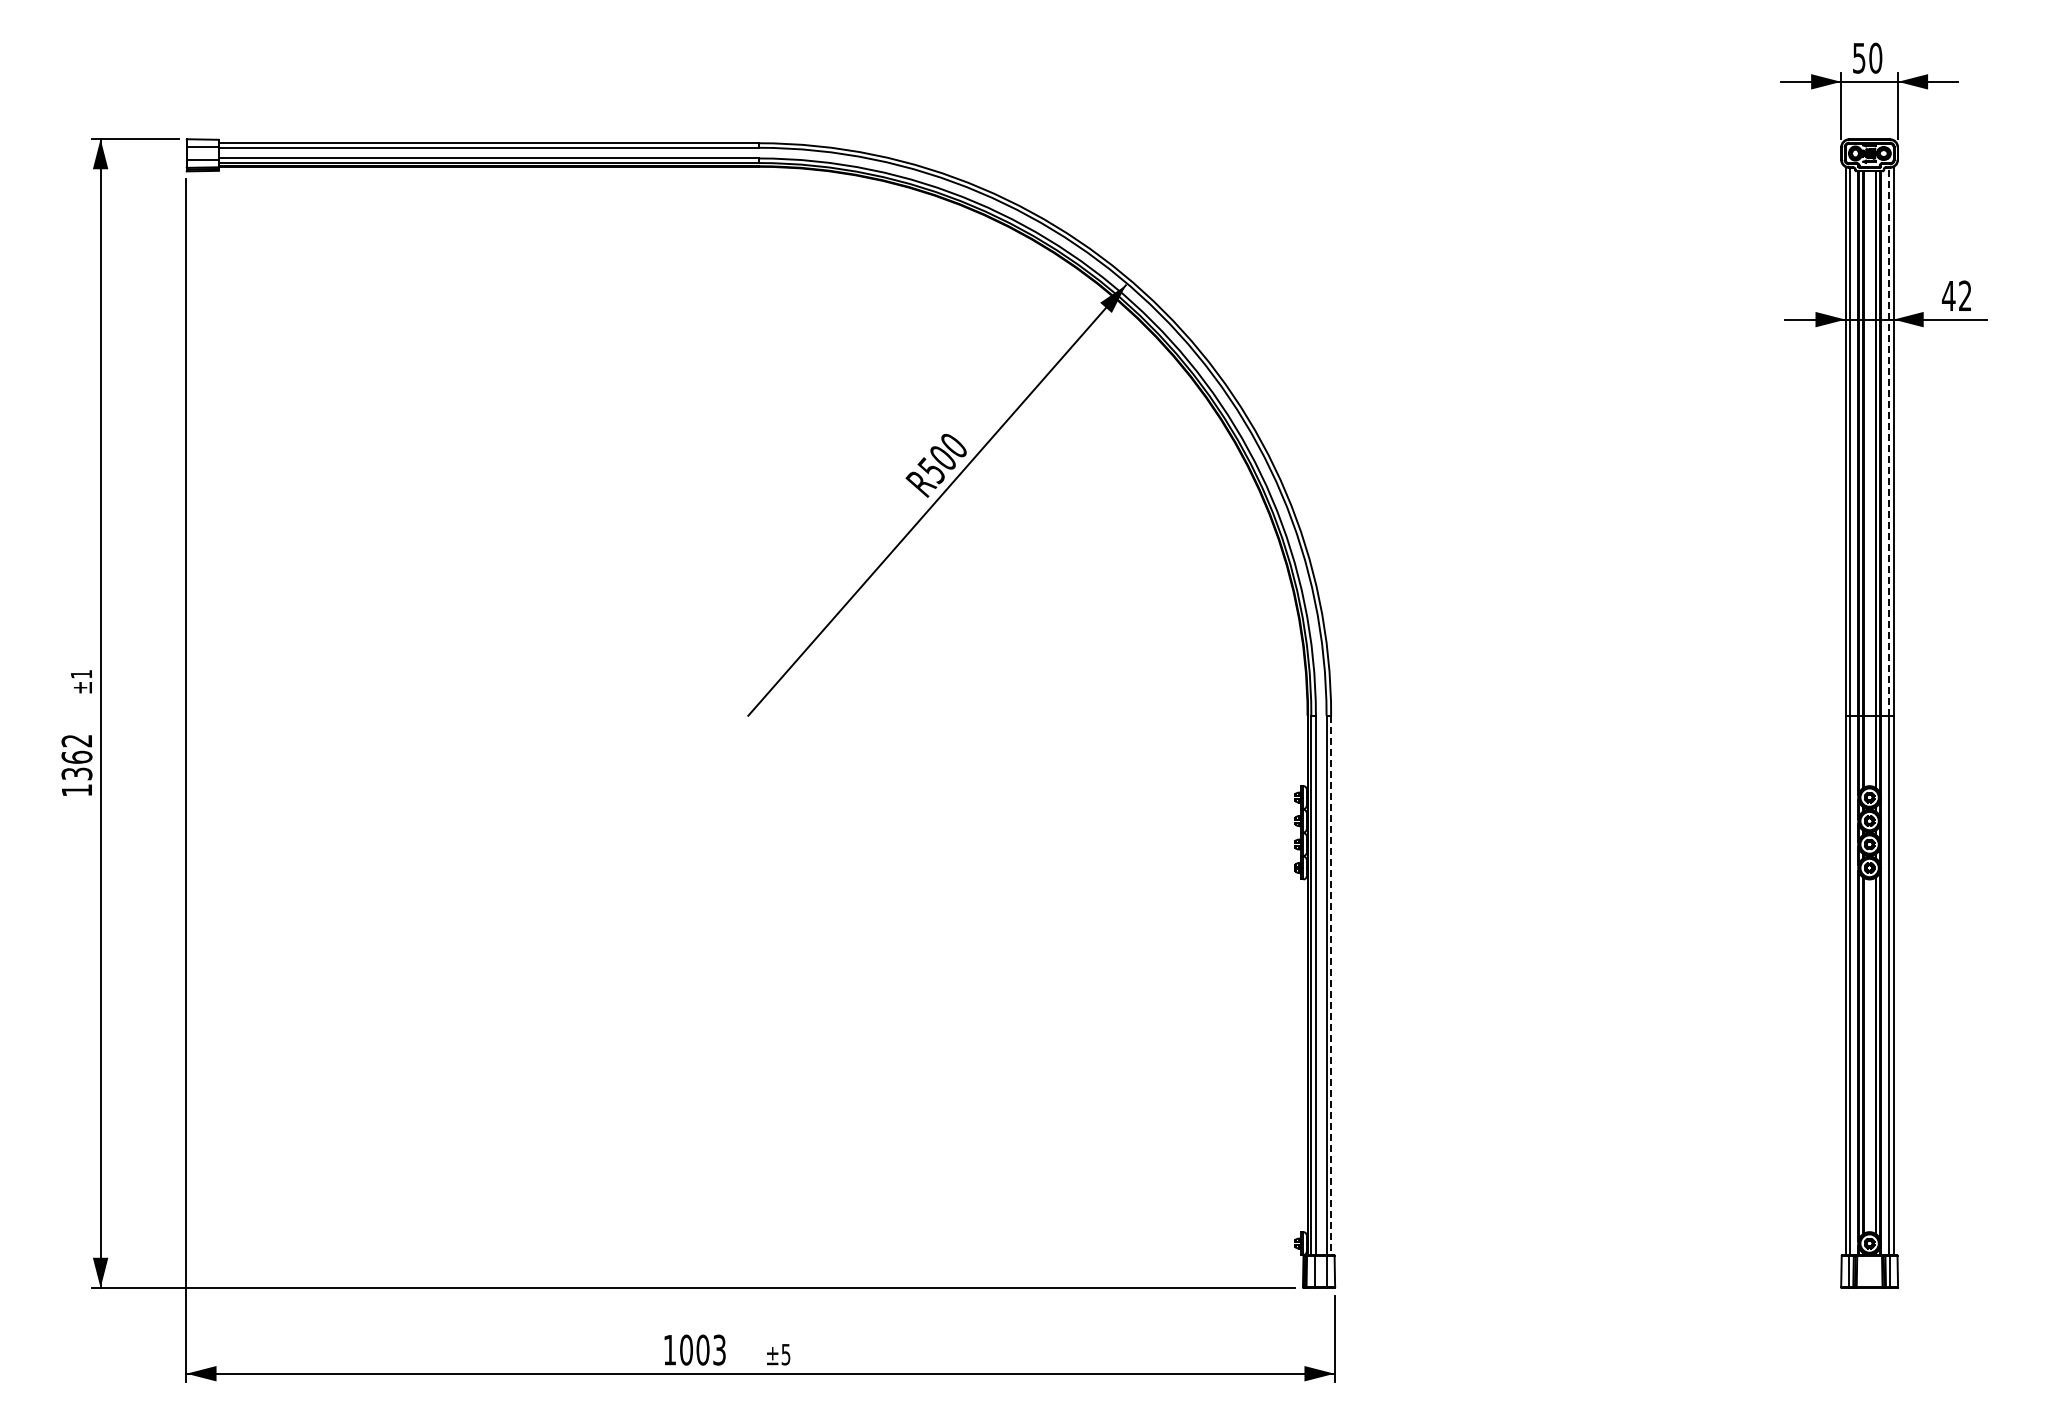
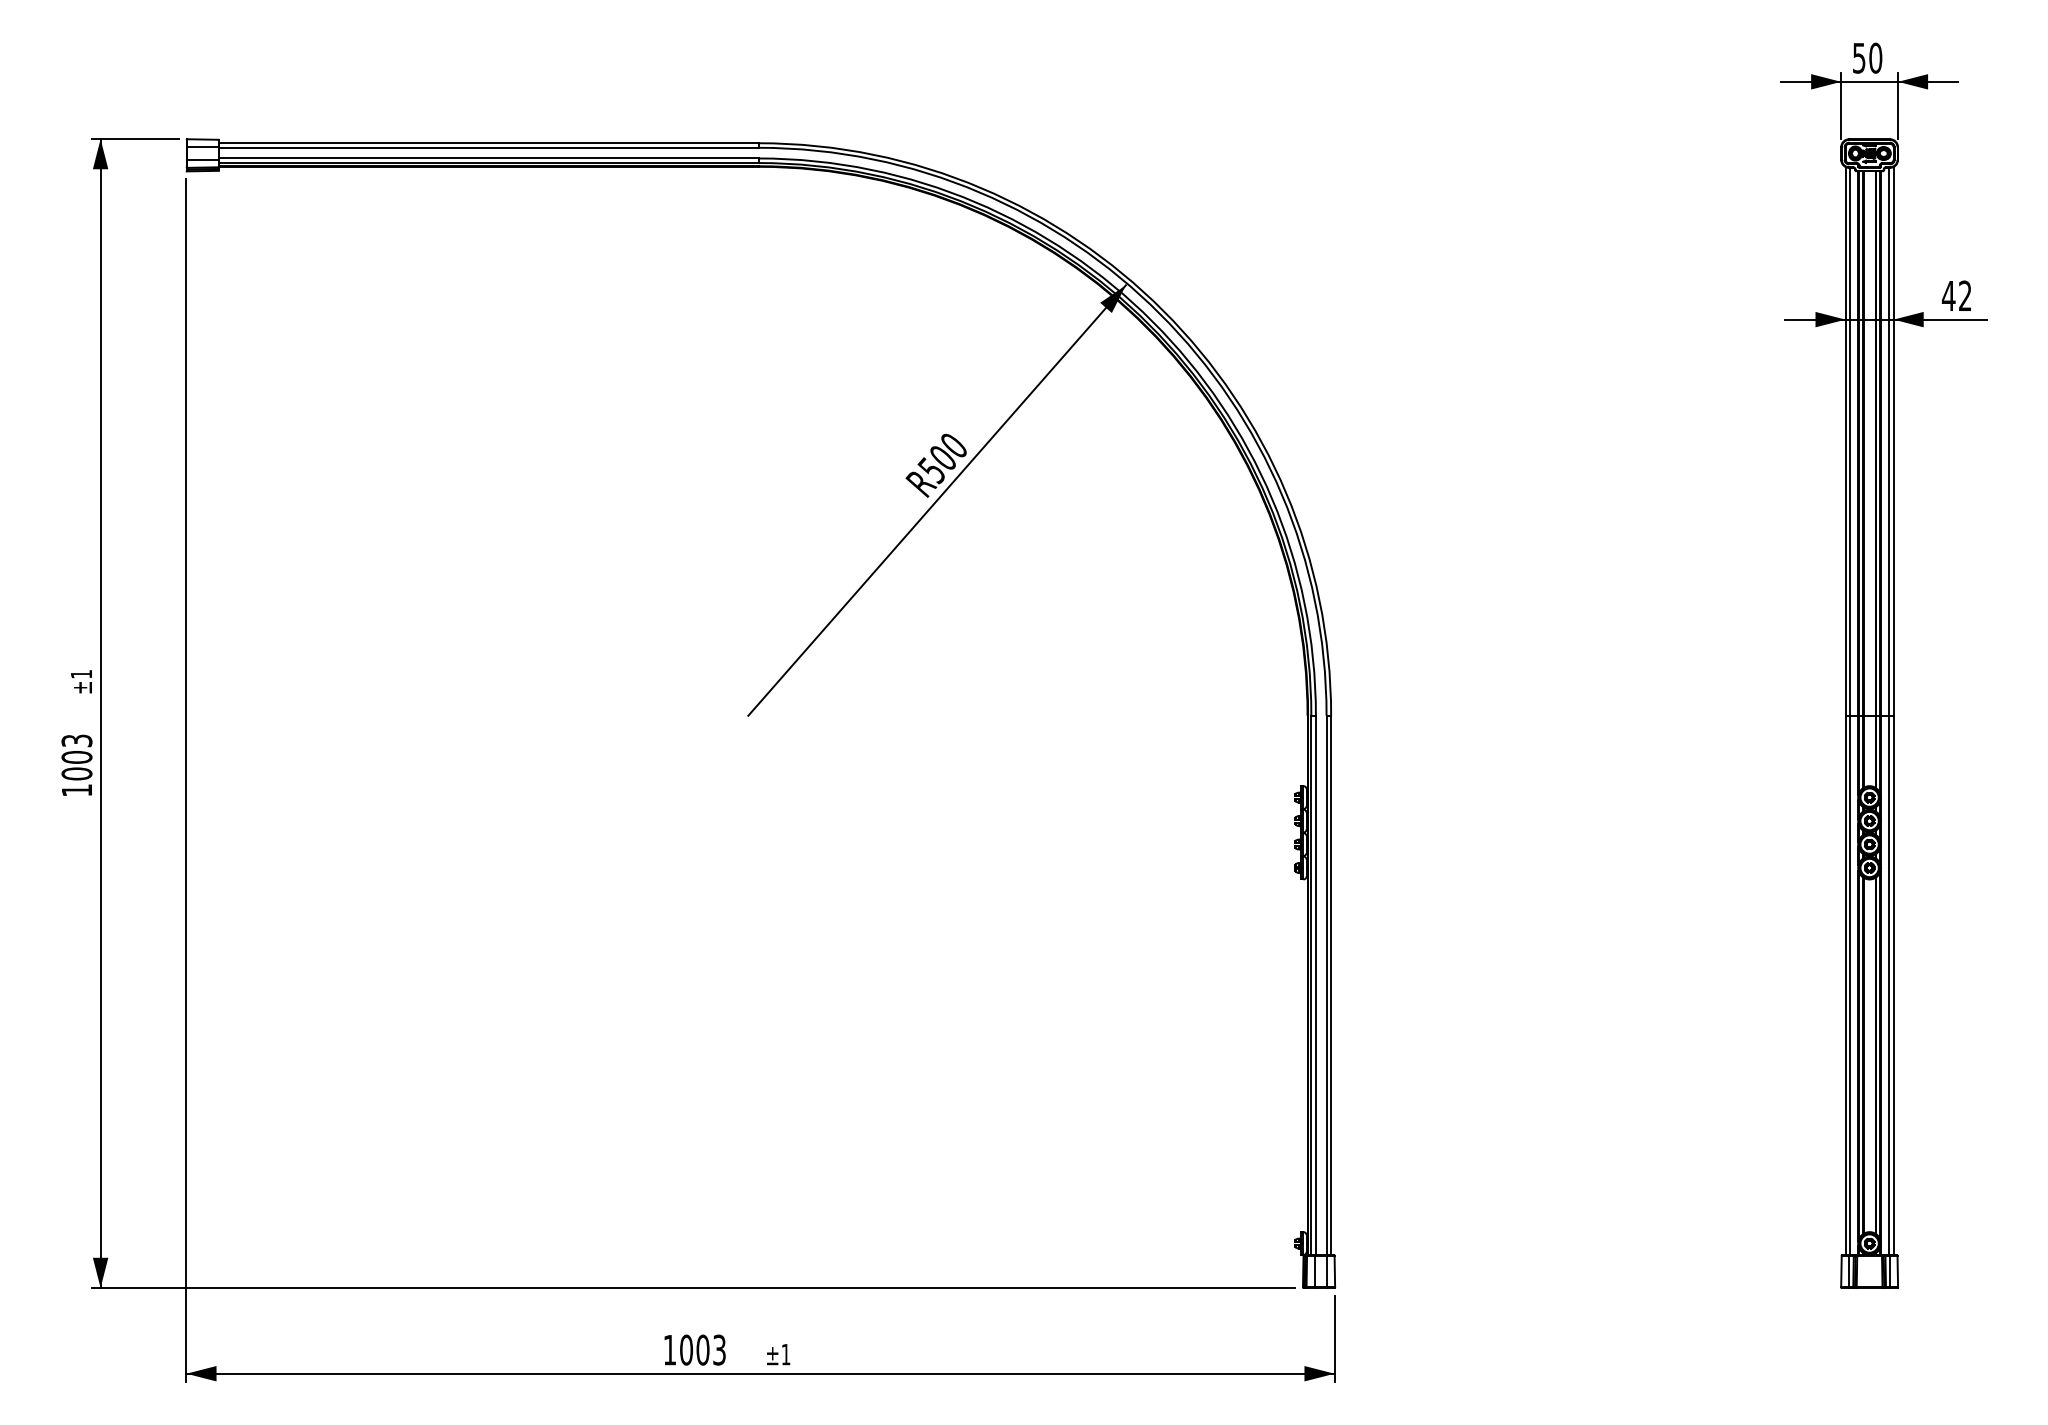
line at (1889, 441): dashed -> solid
text at (76, 757): 1362 -> 1003
line at (1331, 985): dashed -> solid
text at (785, 1354): ±5 -> ±1
